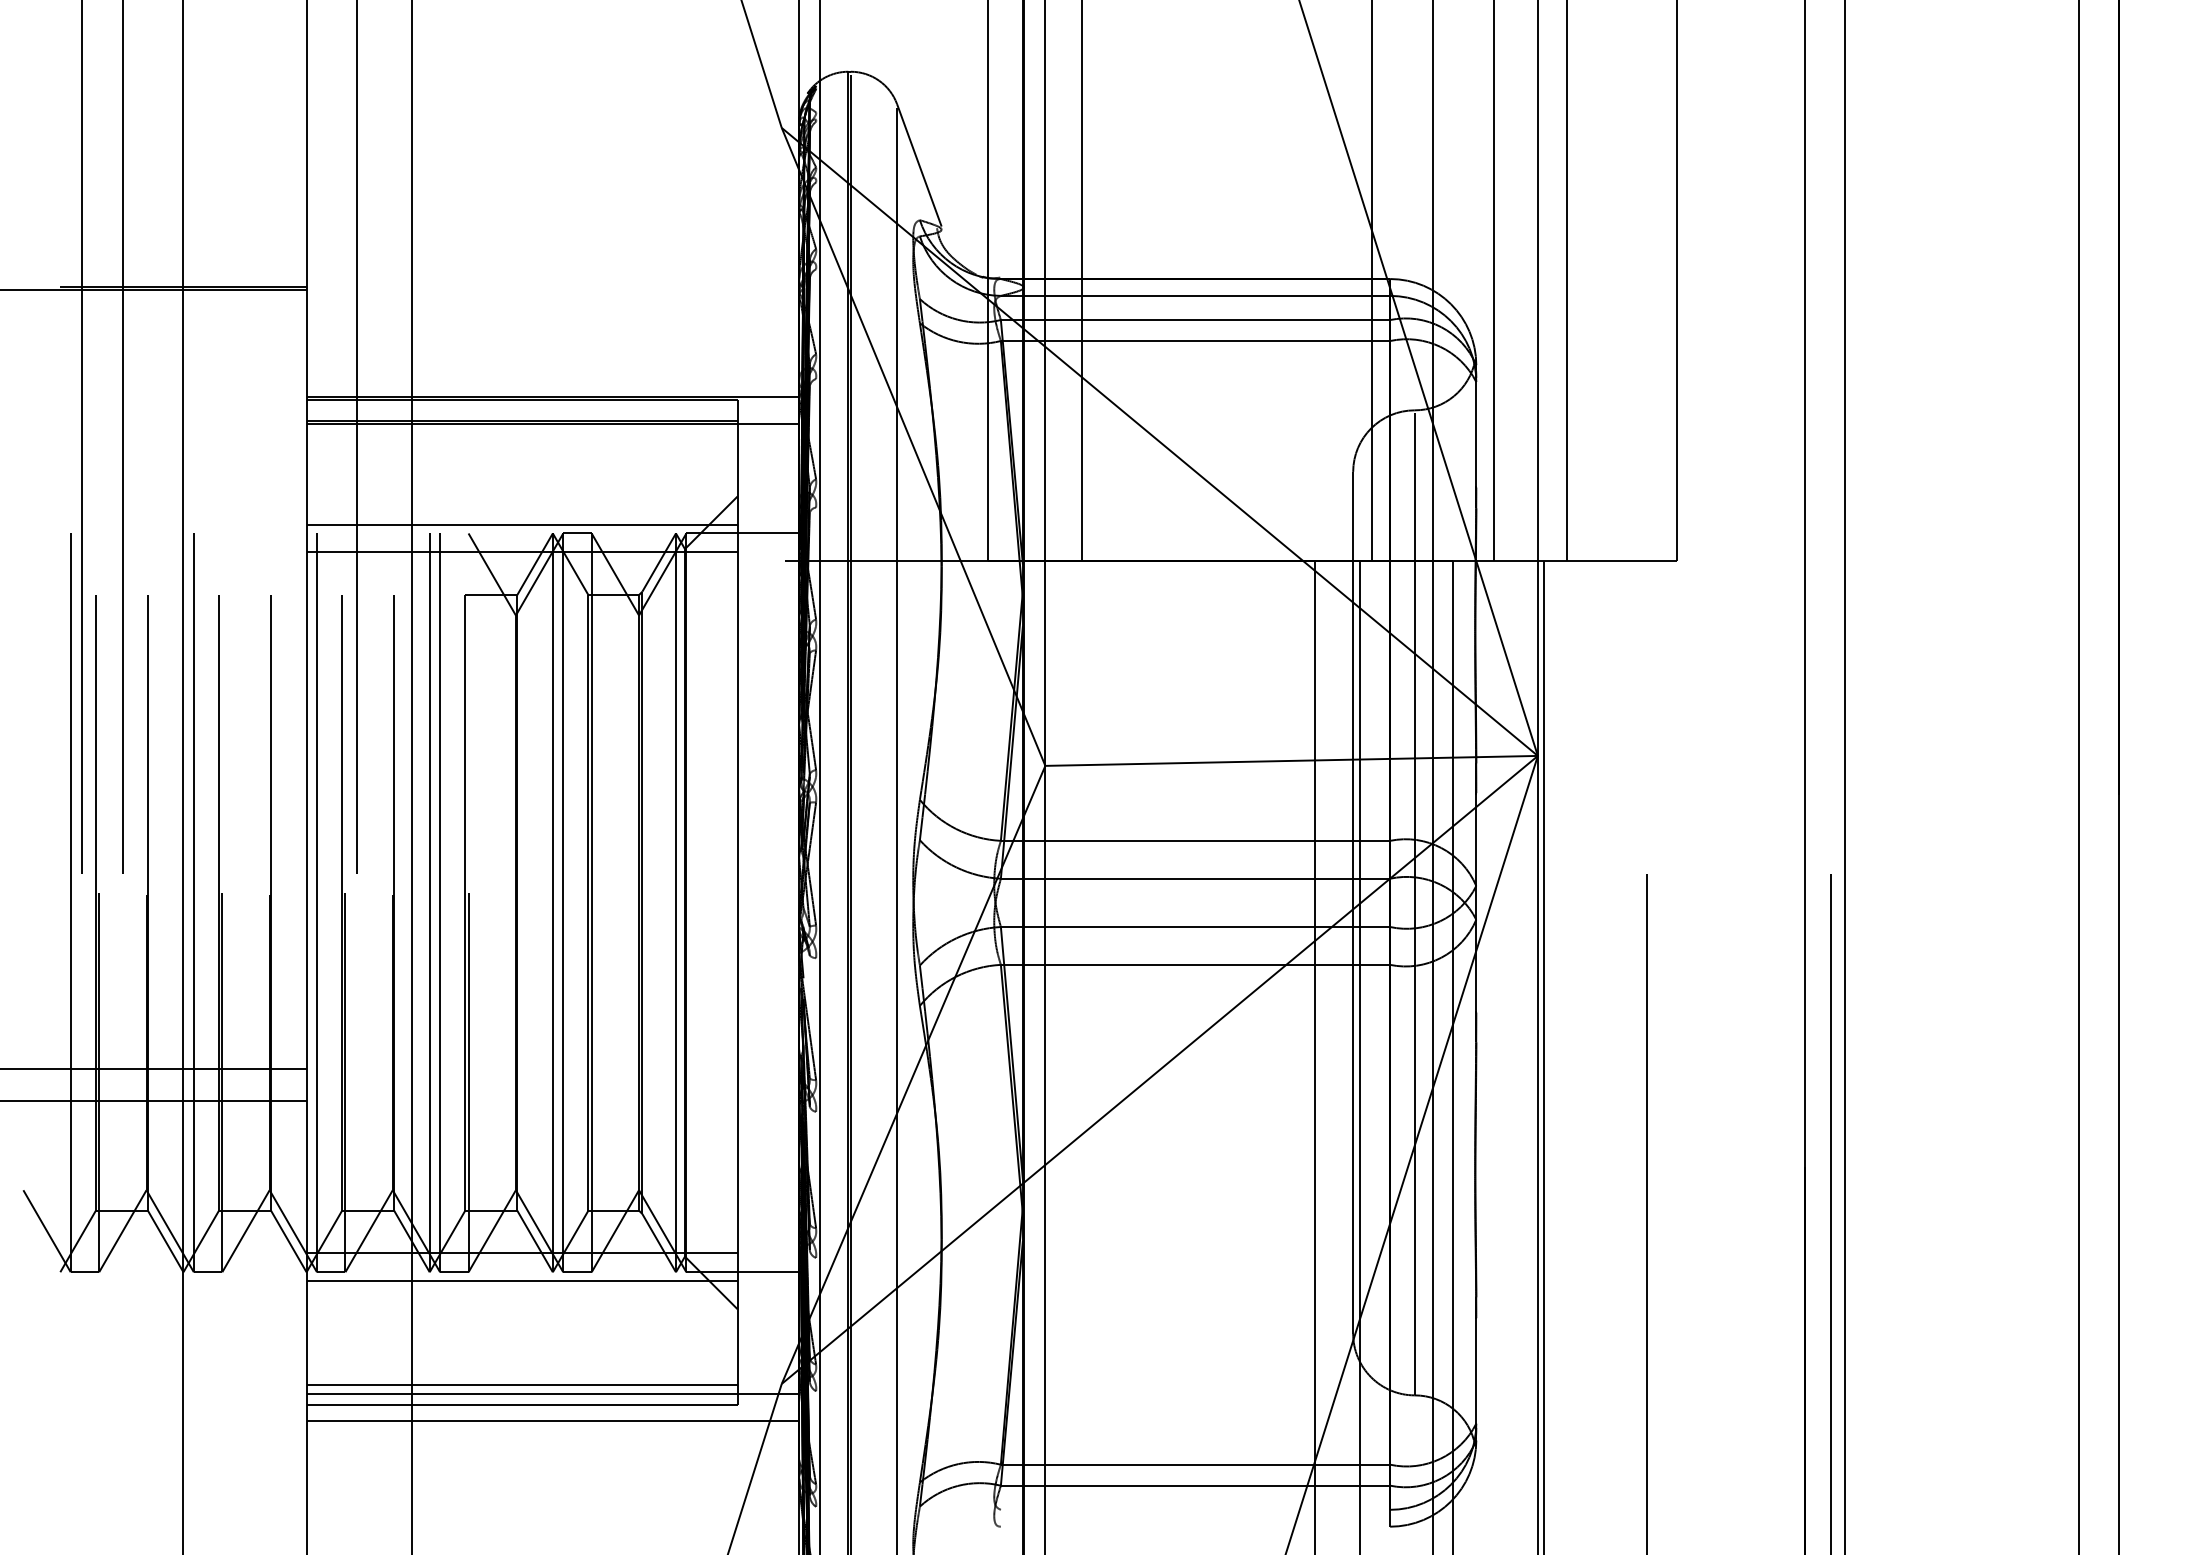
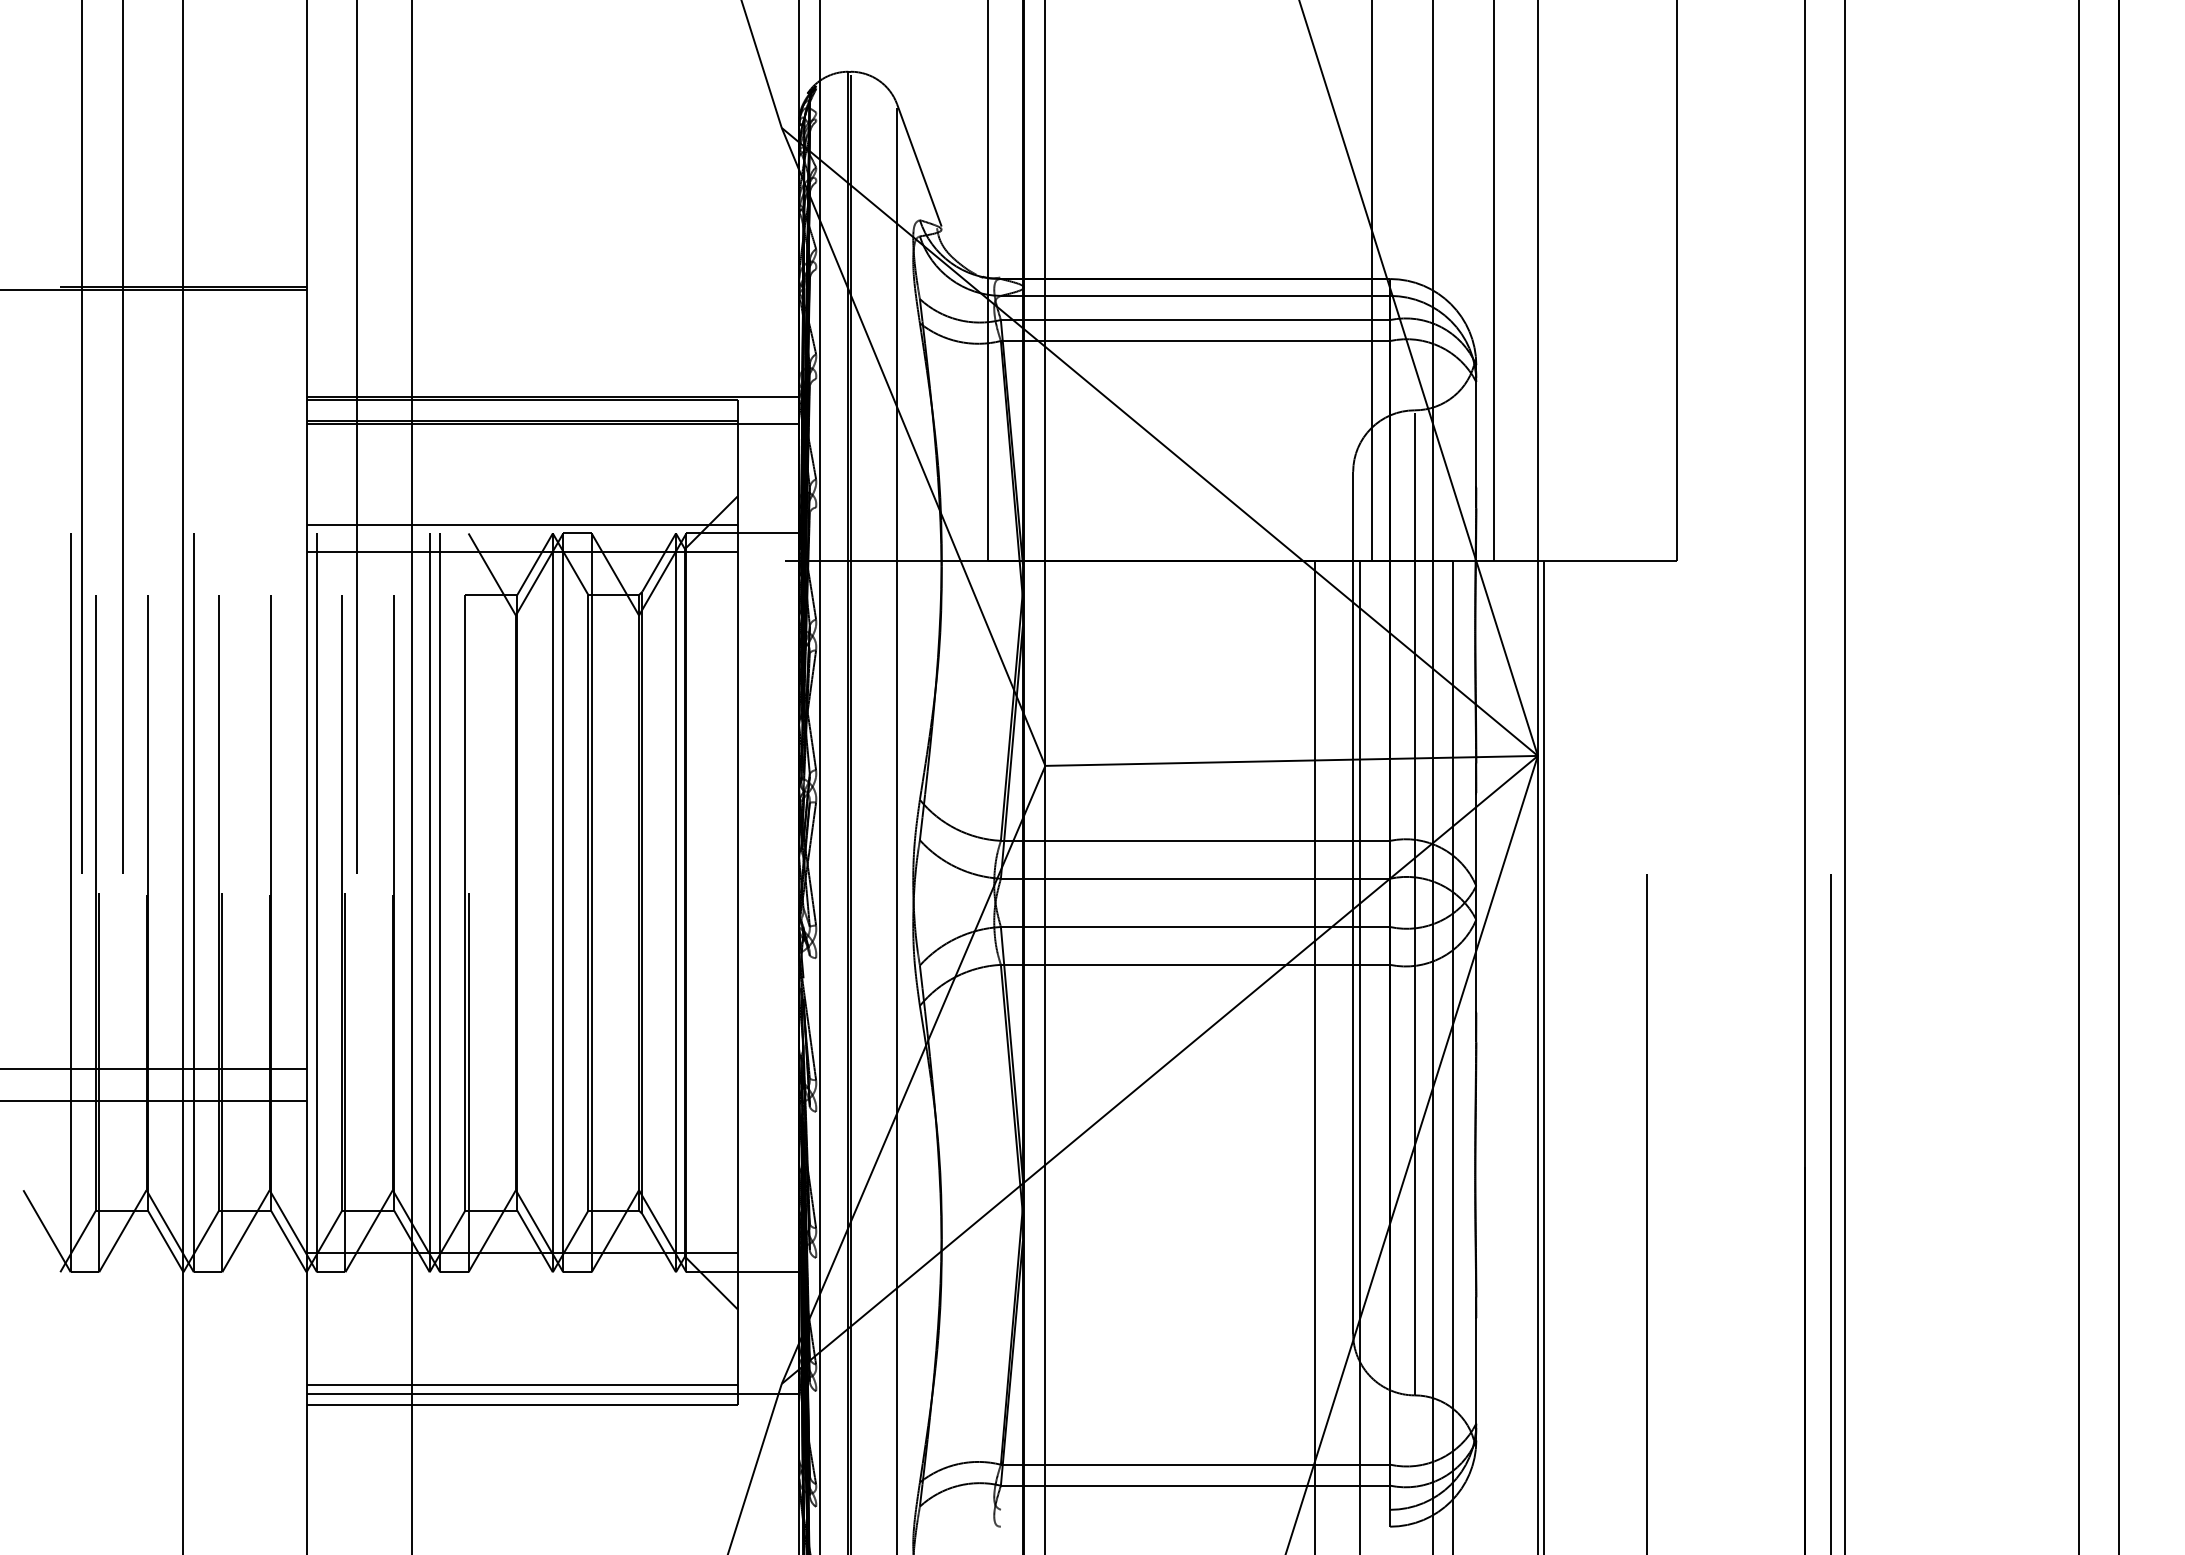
line at (1082, 281): present -> none
line at (1567, 281): present -> none
line at (521, 1280): present -> none
line at (552, 1421): present -> none
